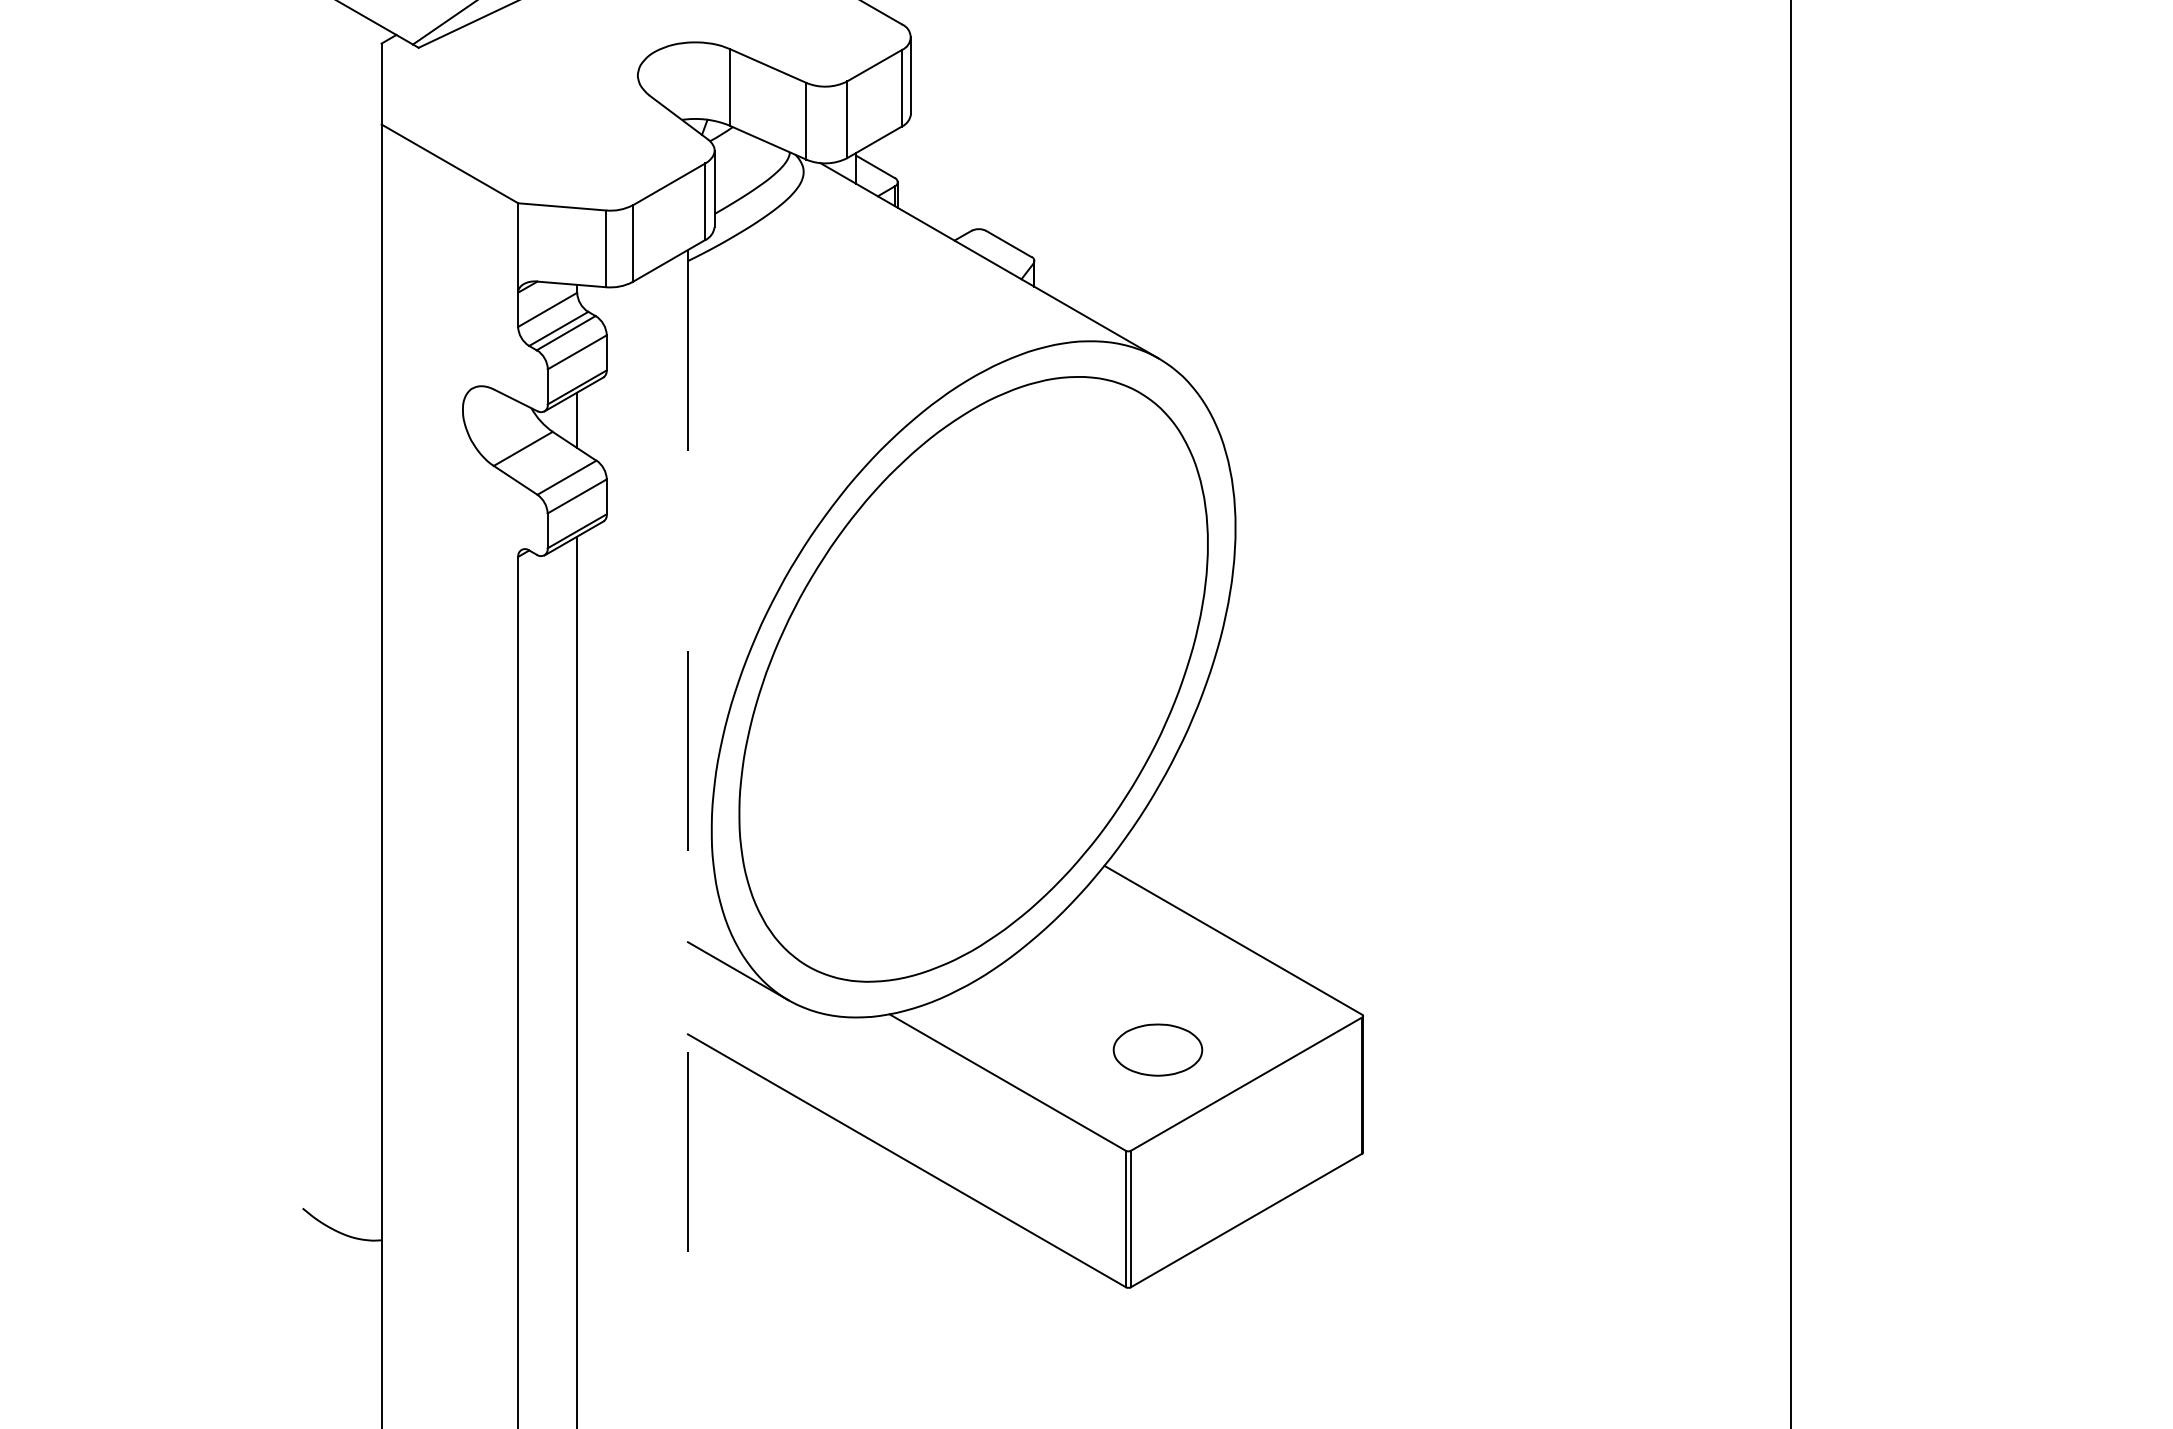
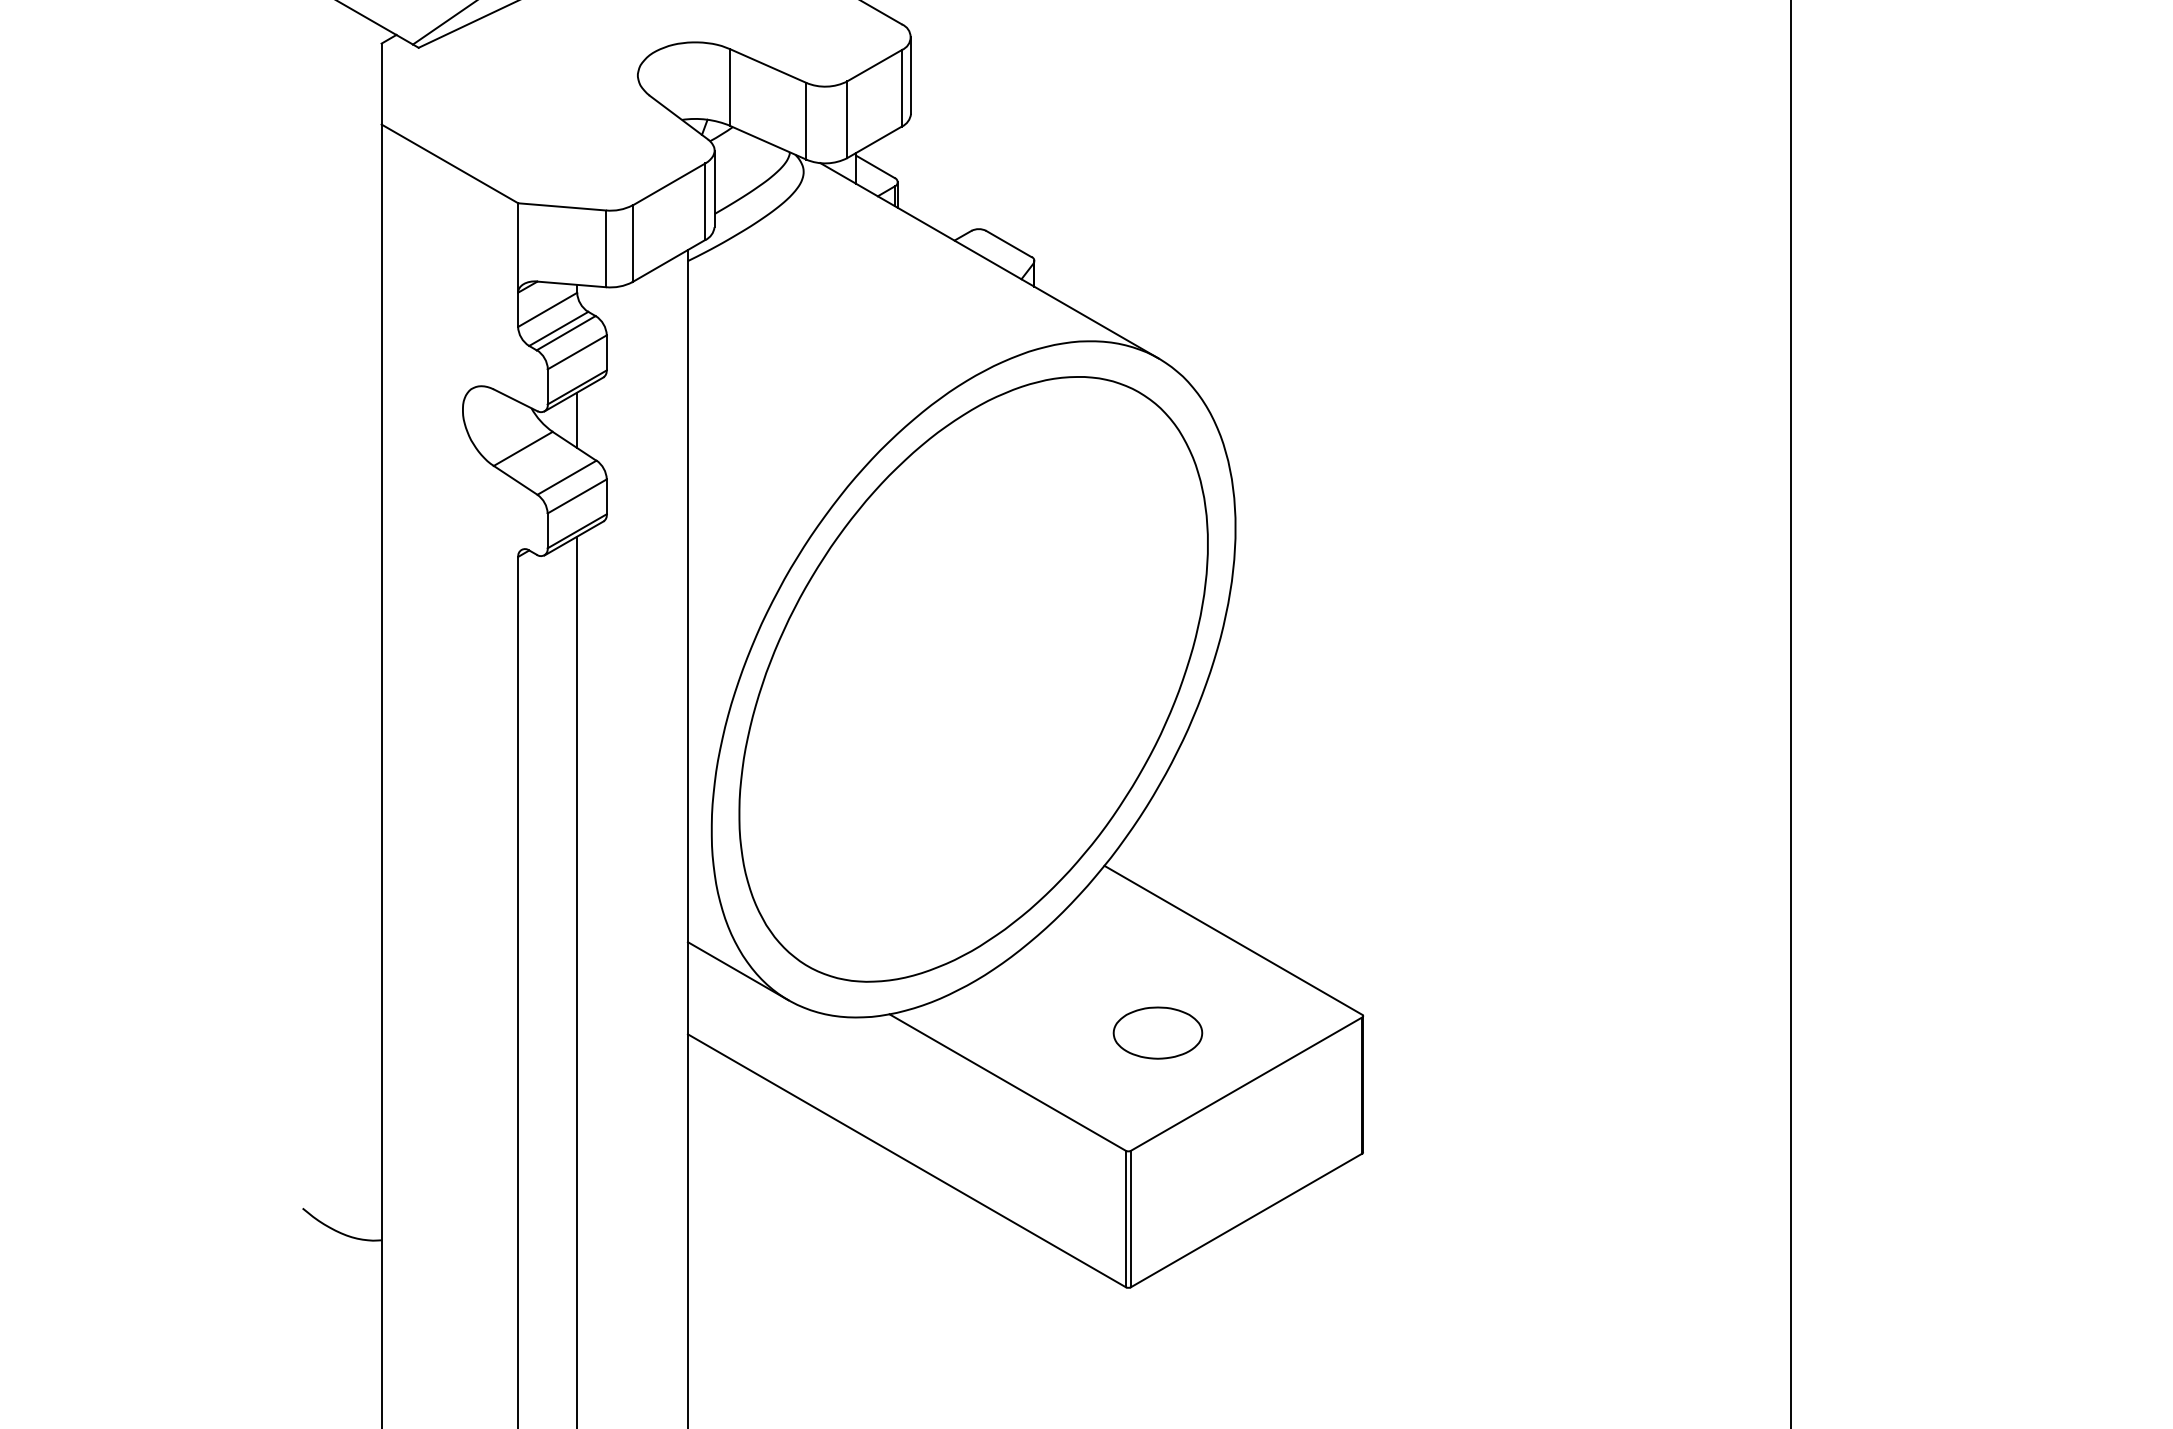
line at (687, 839): dashed -> solid
part at (1157, 1049) position: (1157, 1049) -> (1157, 1032)
